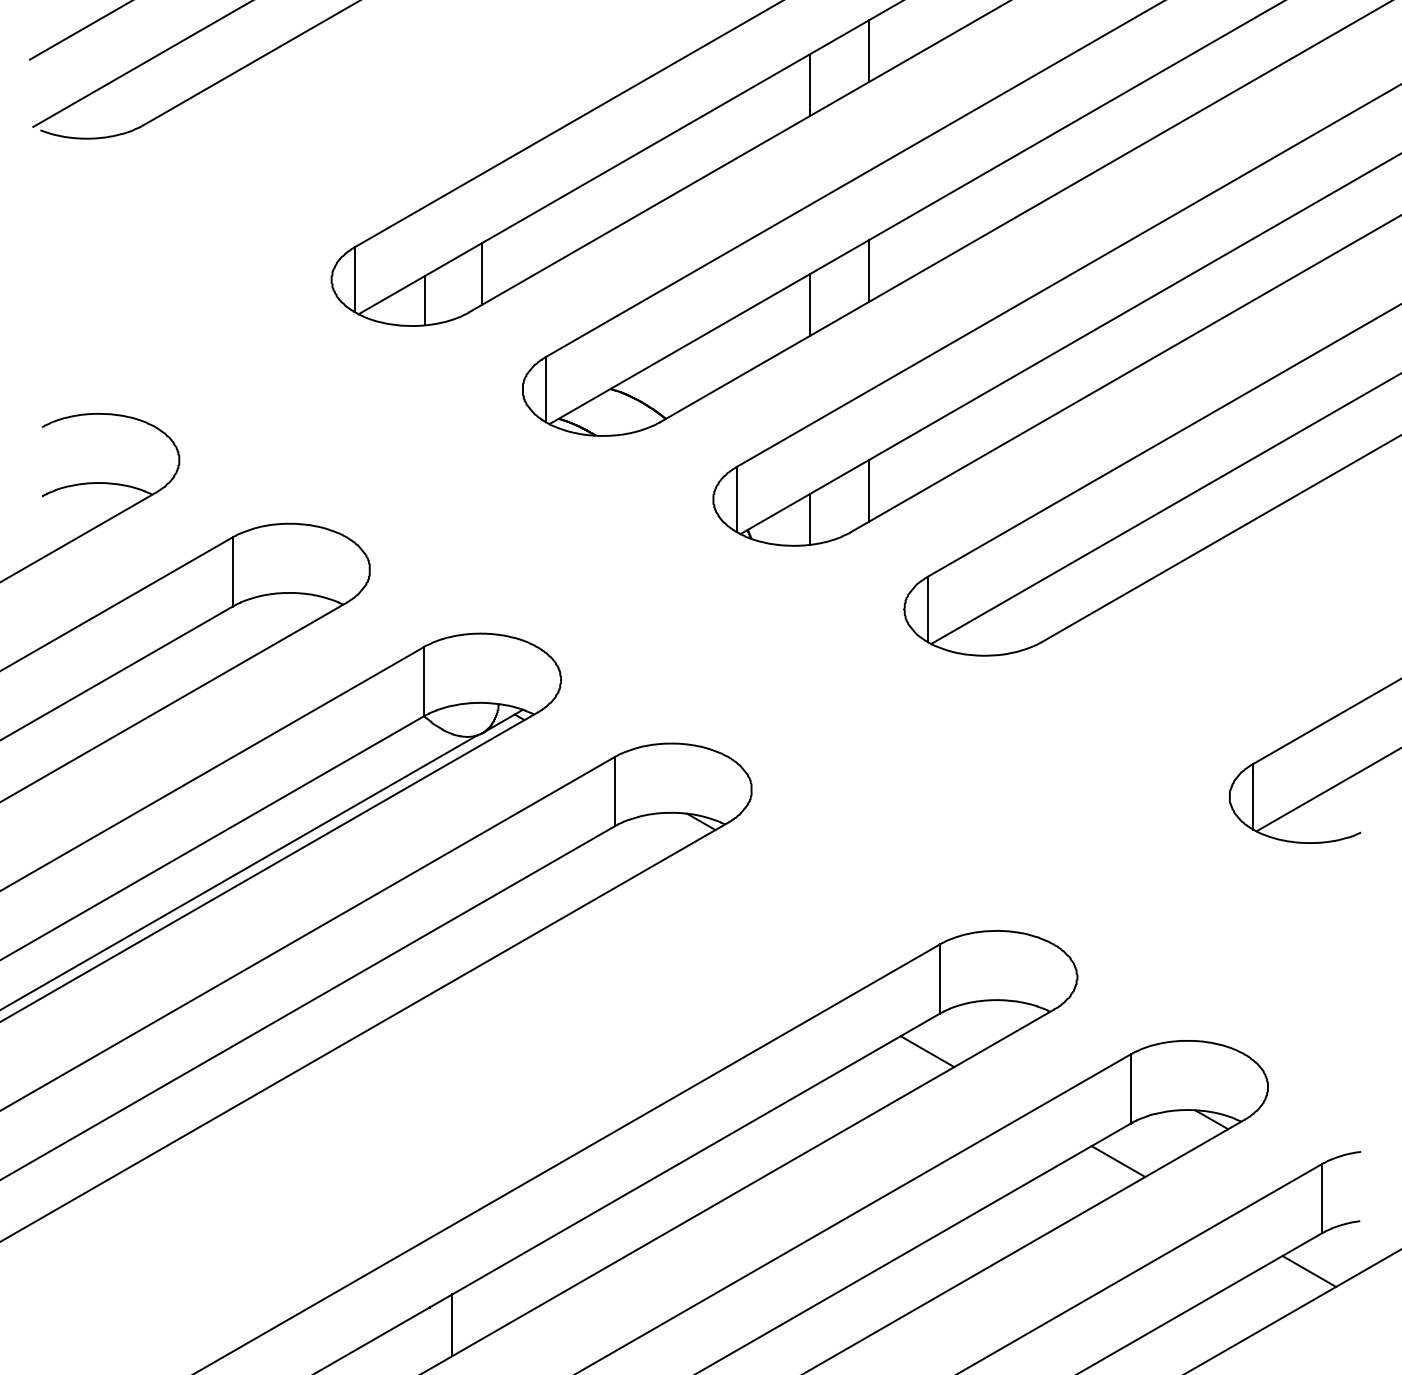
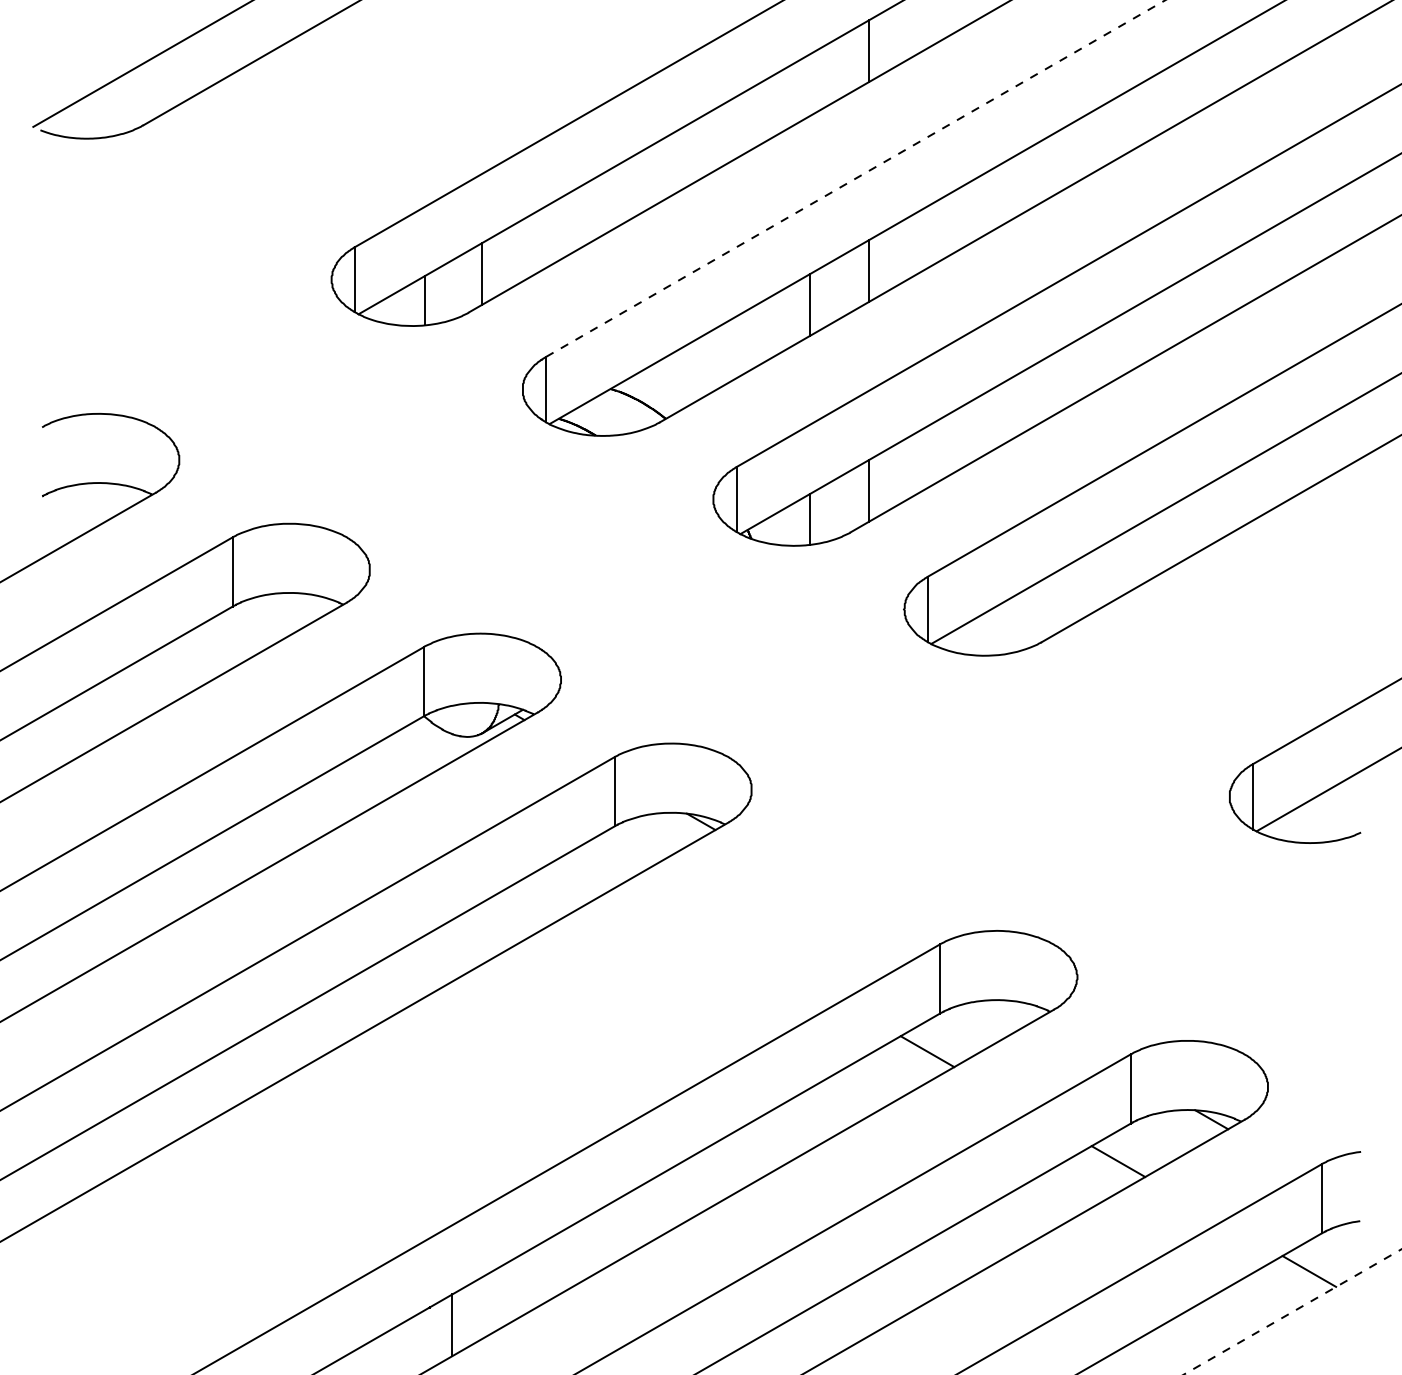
line at (79, 30): present -> none
line at (809, 85): present -> none
line at (856, 178): solid -> dashed
line at (239, 871): present -> none
line at (1292, 1312): solid -> dashed
